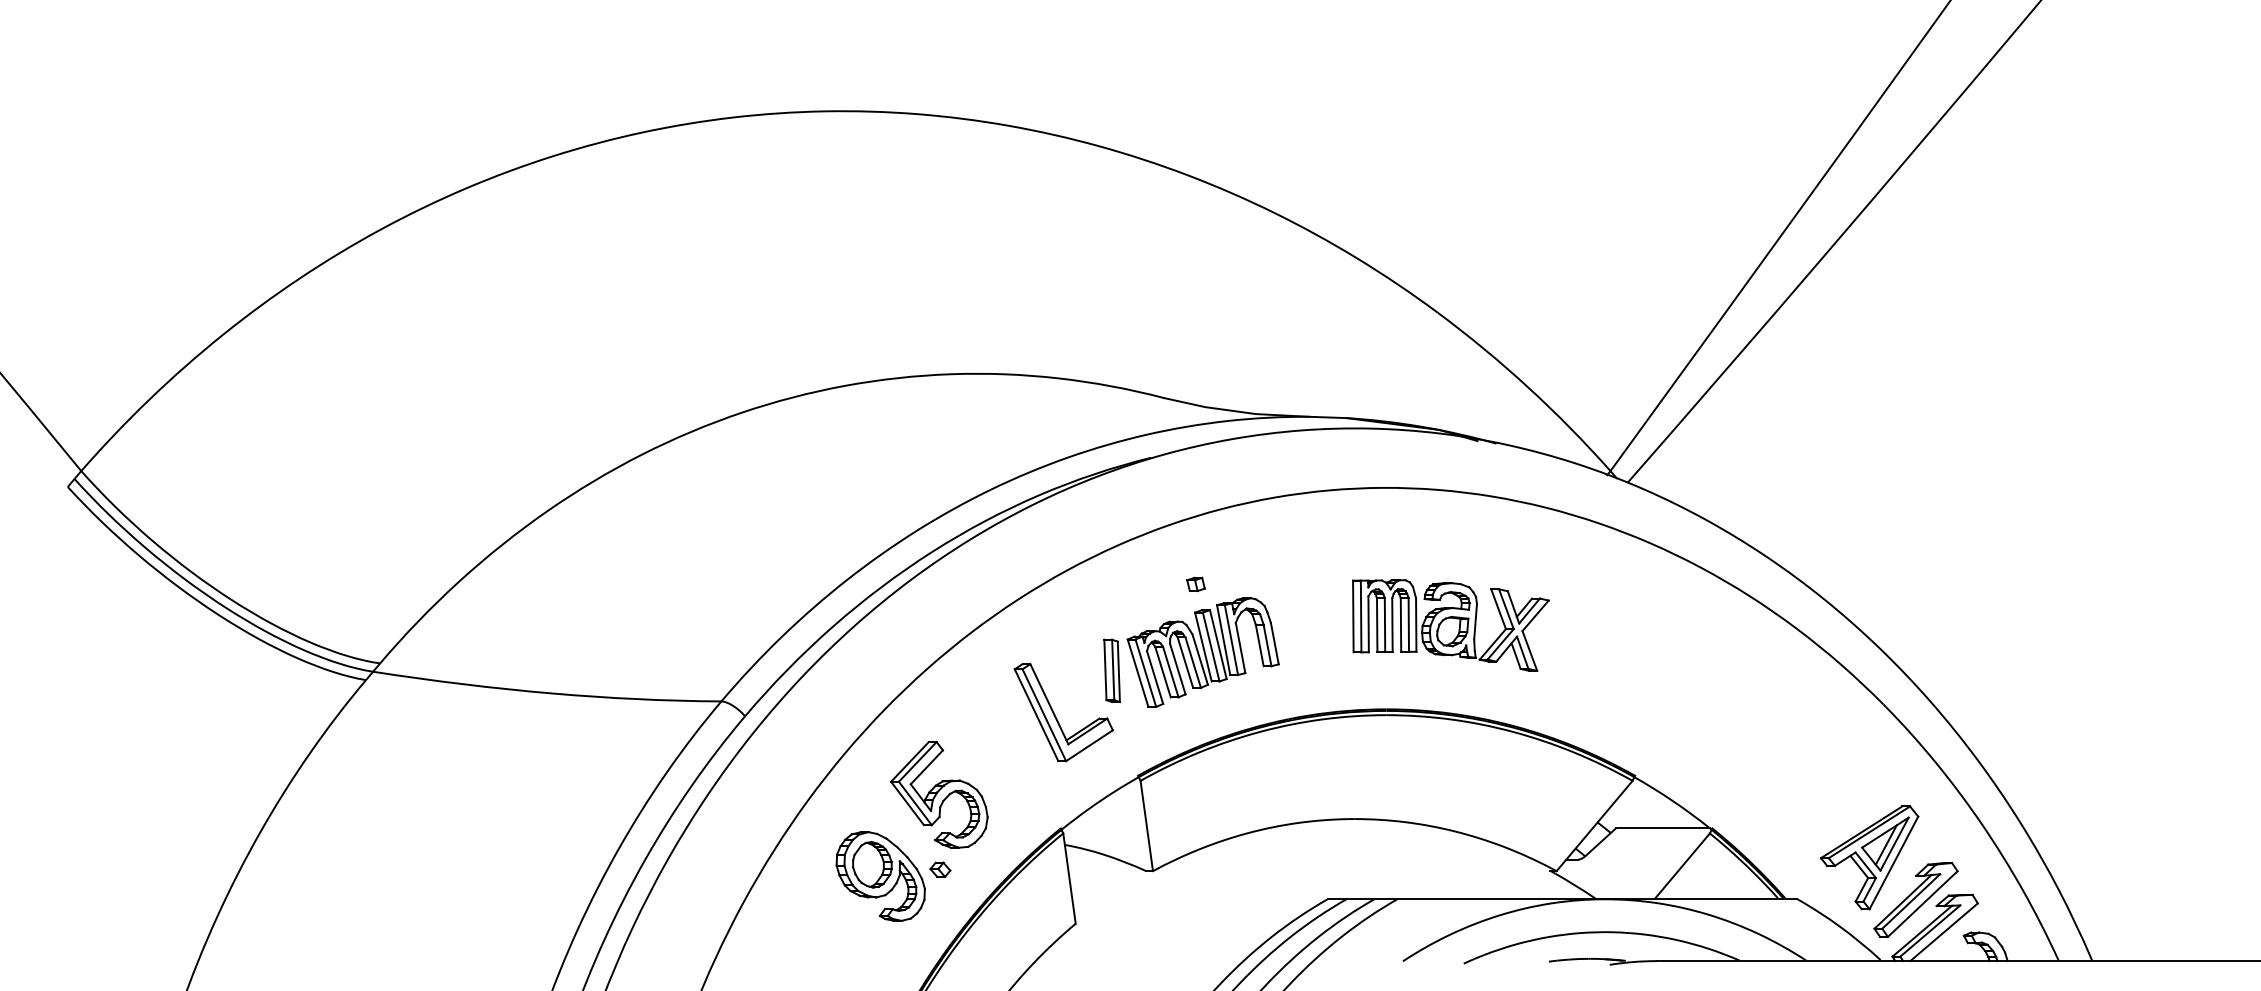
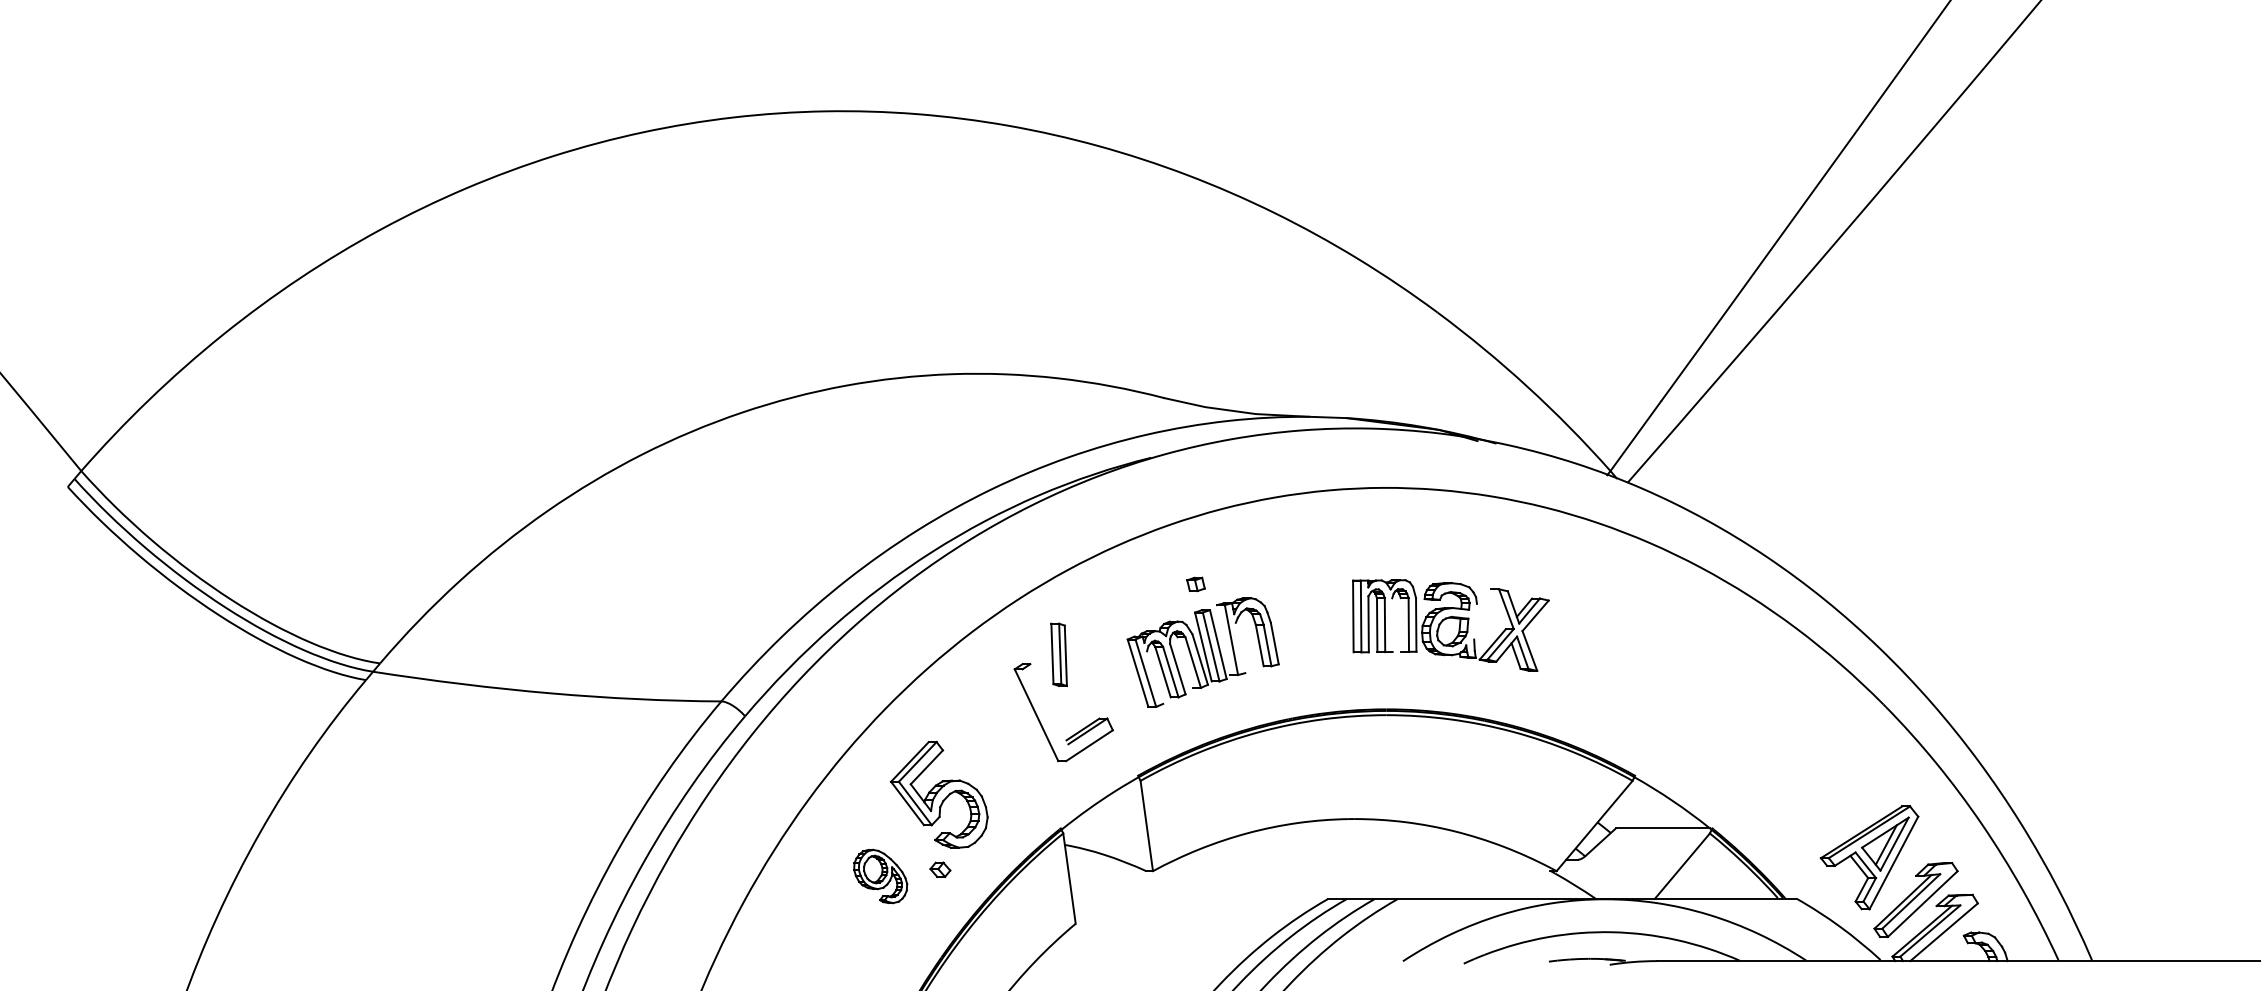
line at (1498, 609): present -> none
line at (1475, 621): present -> none
line at (1400, 624): present -> none
line at (1392, 625): present -> none
line at (1223, 640): present -> none
line at (1240, 647): present -> none
line at (1185, 662): present -> none
part at (1111, 670) position: (1111, 670) -> (1058, 654)
line at (1155, 677): present -> none
line at (1049, 704): present -> none
line at (1044, 715): present -> none
part at (880, 876) size: 91x91 px -> 56x57 px
